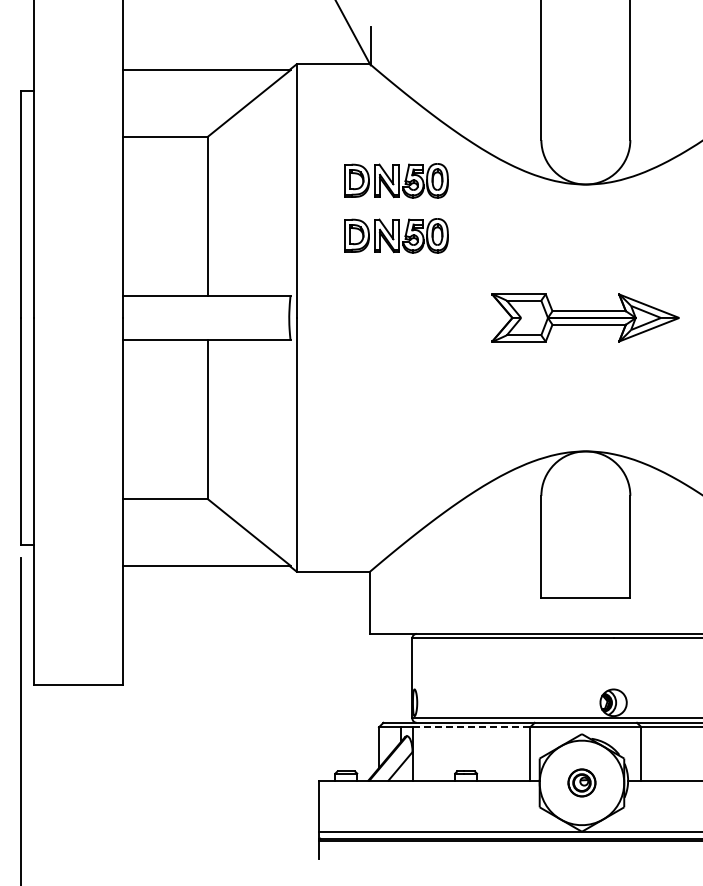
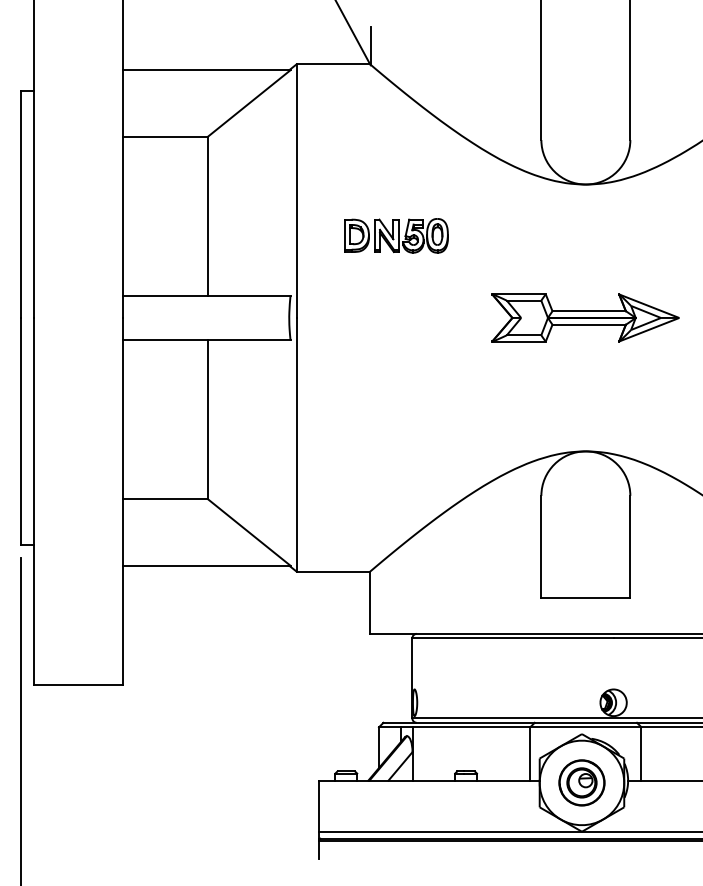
part at (396, 180): present -> none
line at (471, 727): dashed -> solid
part at (581, 782) size: 30x30 px -> 48x48 px
